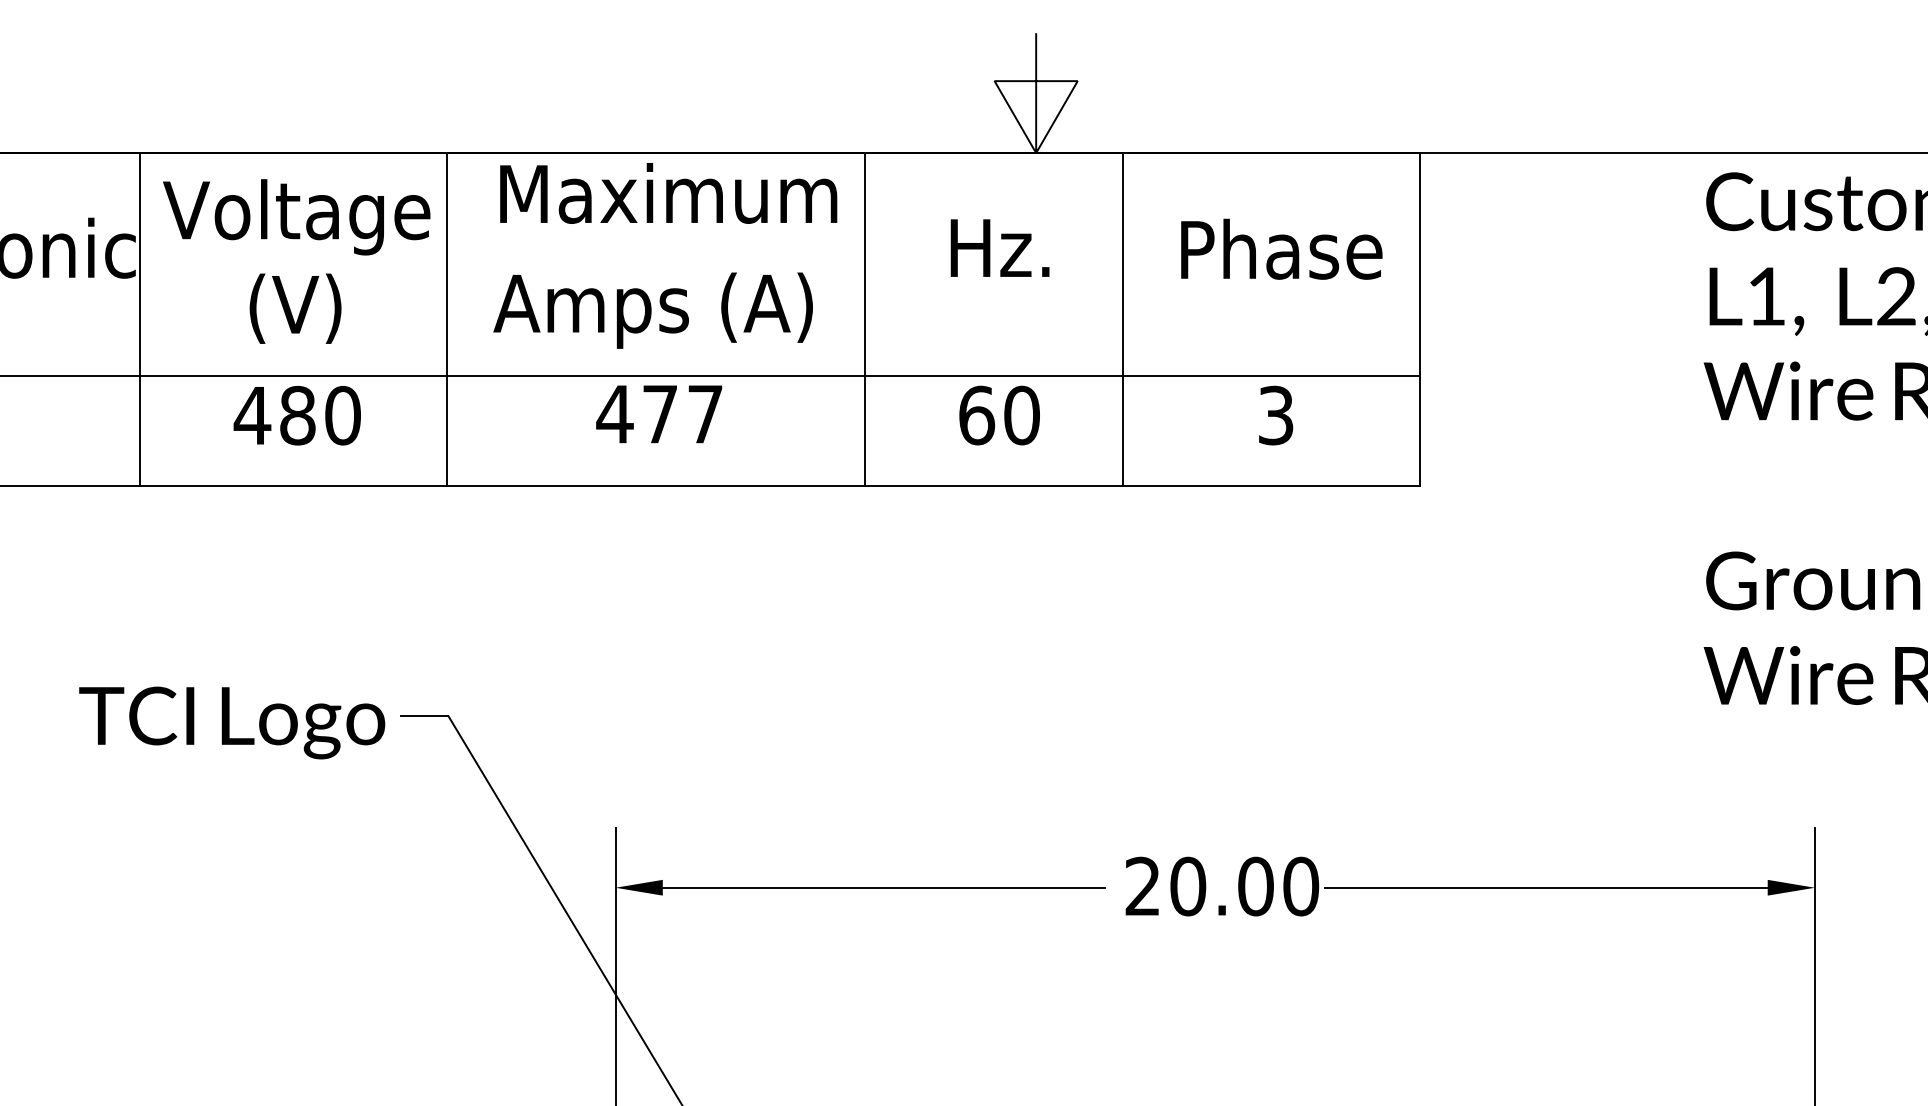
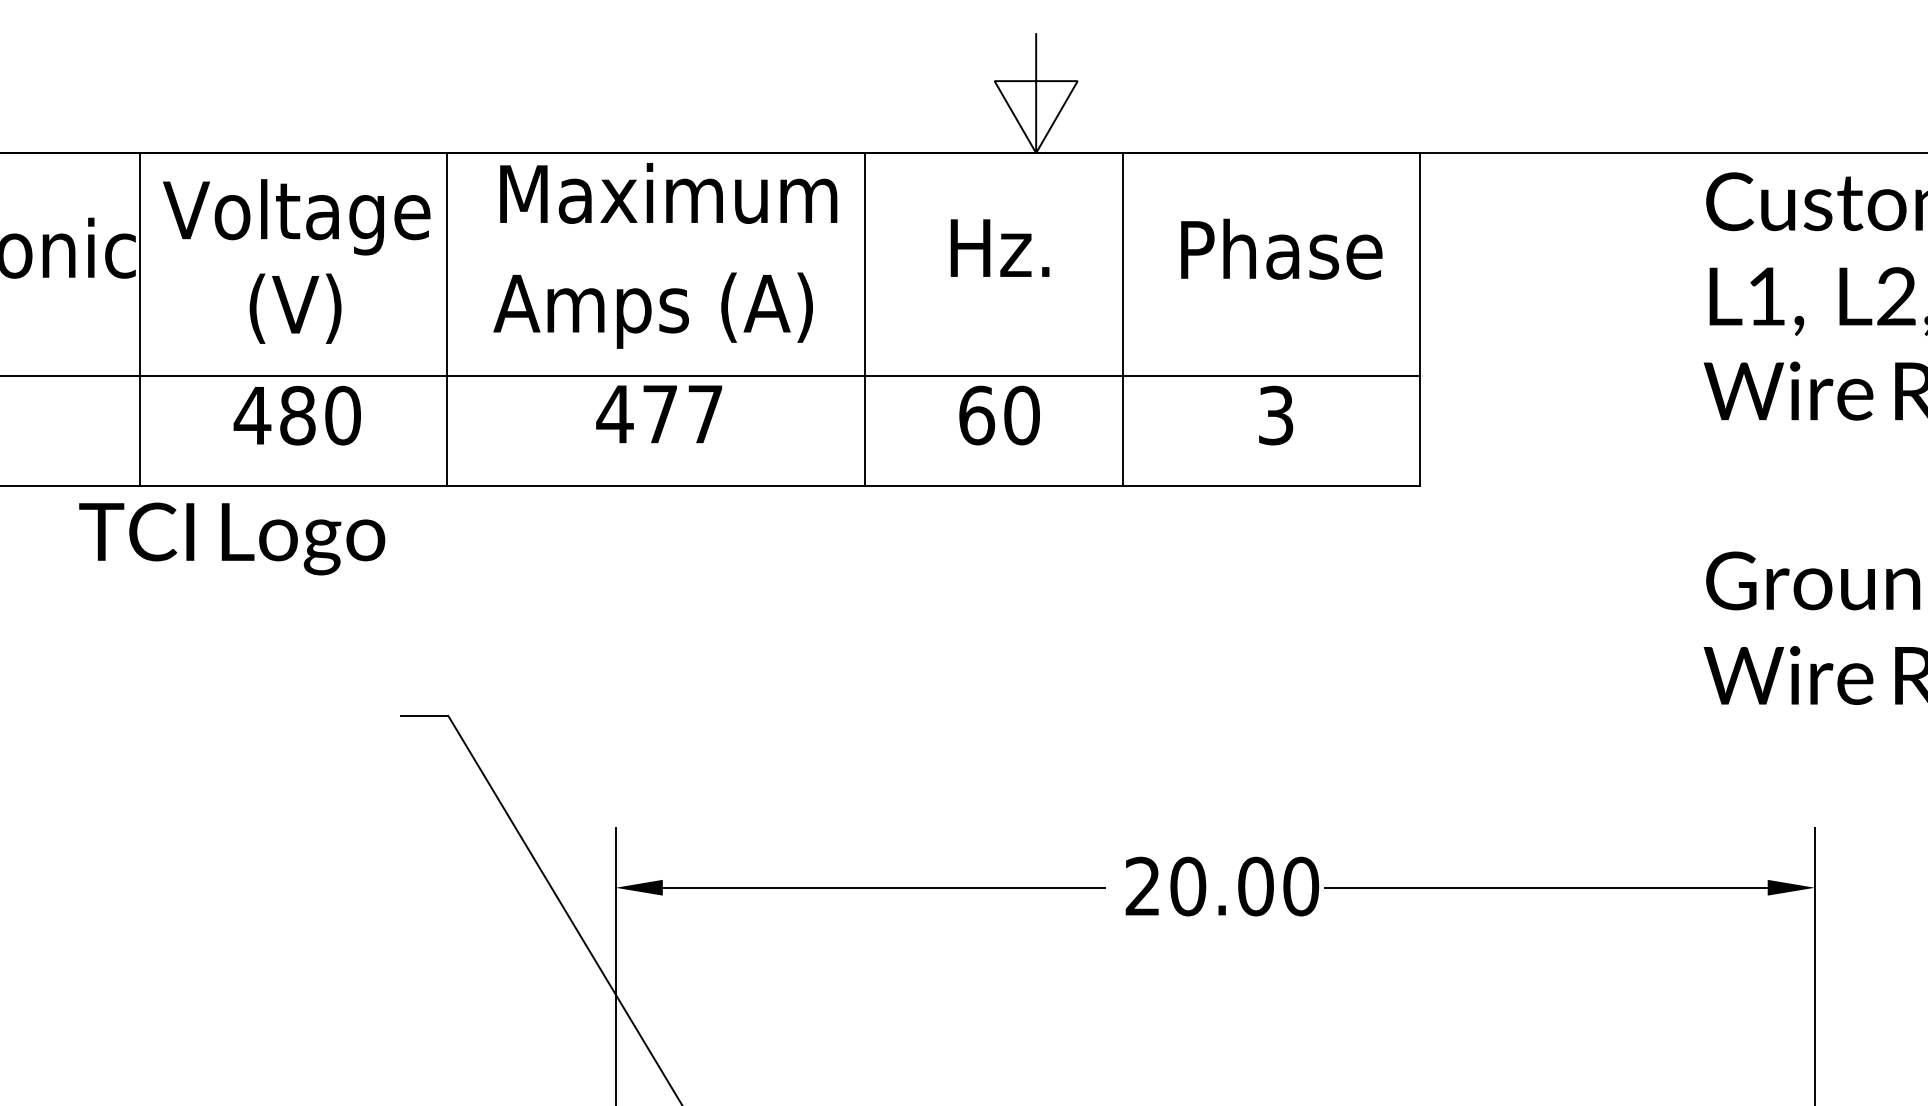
text at (232, 722) position: (232, 722) -> (232, 538)
